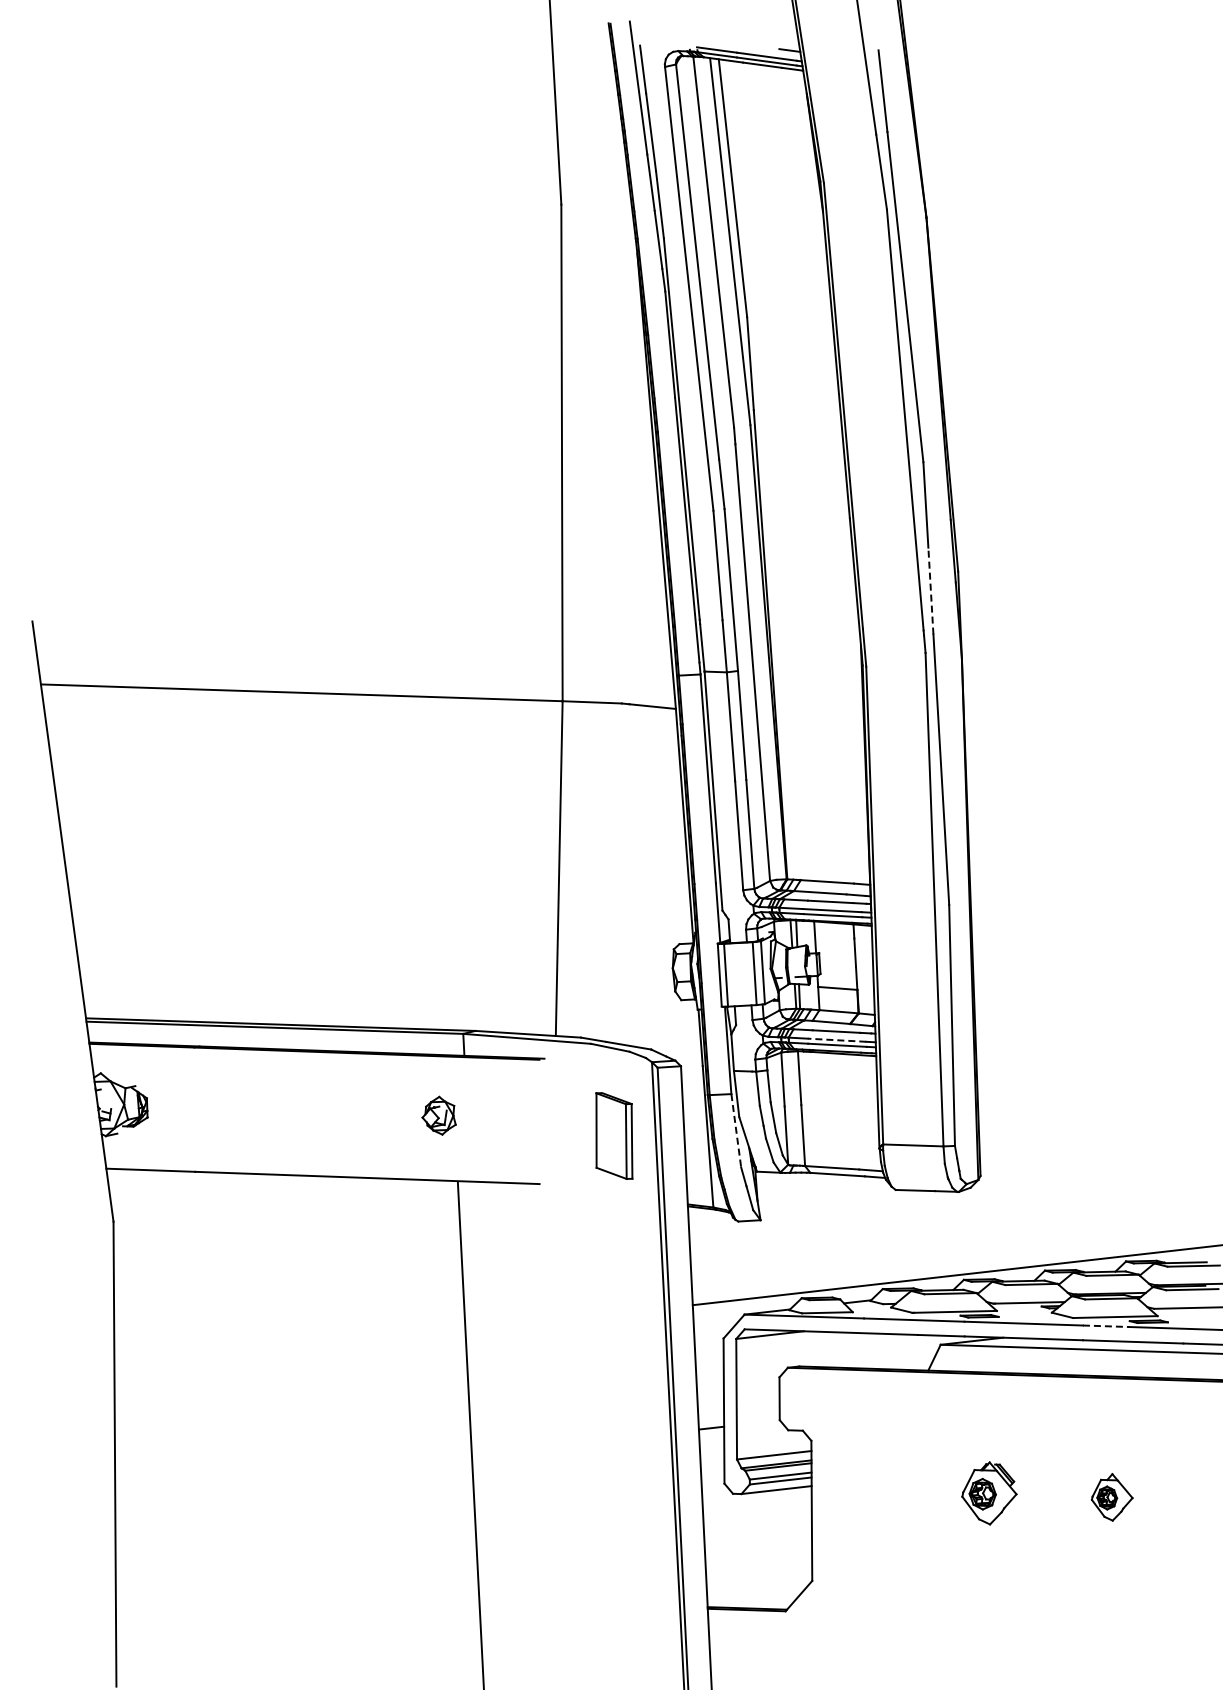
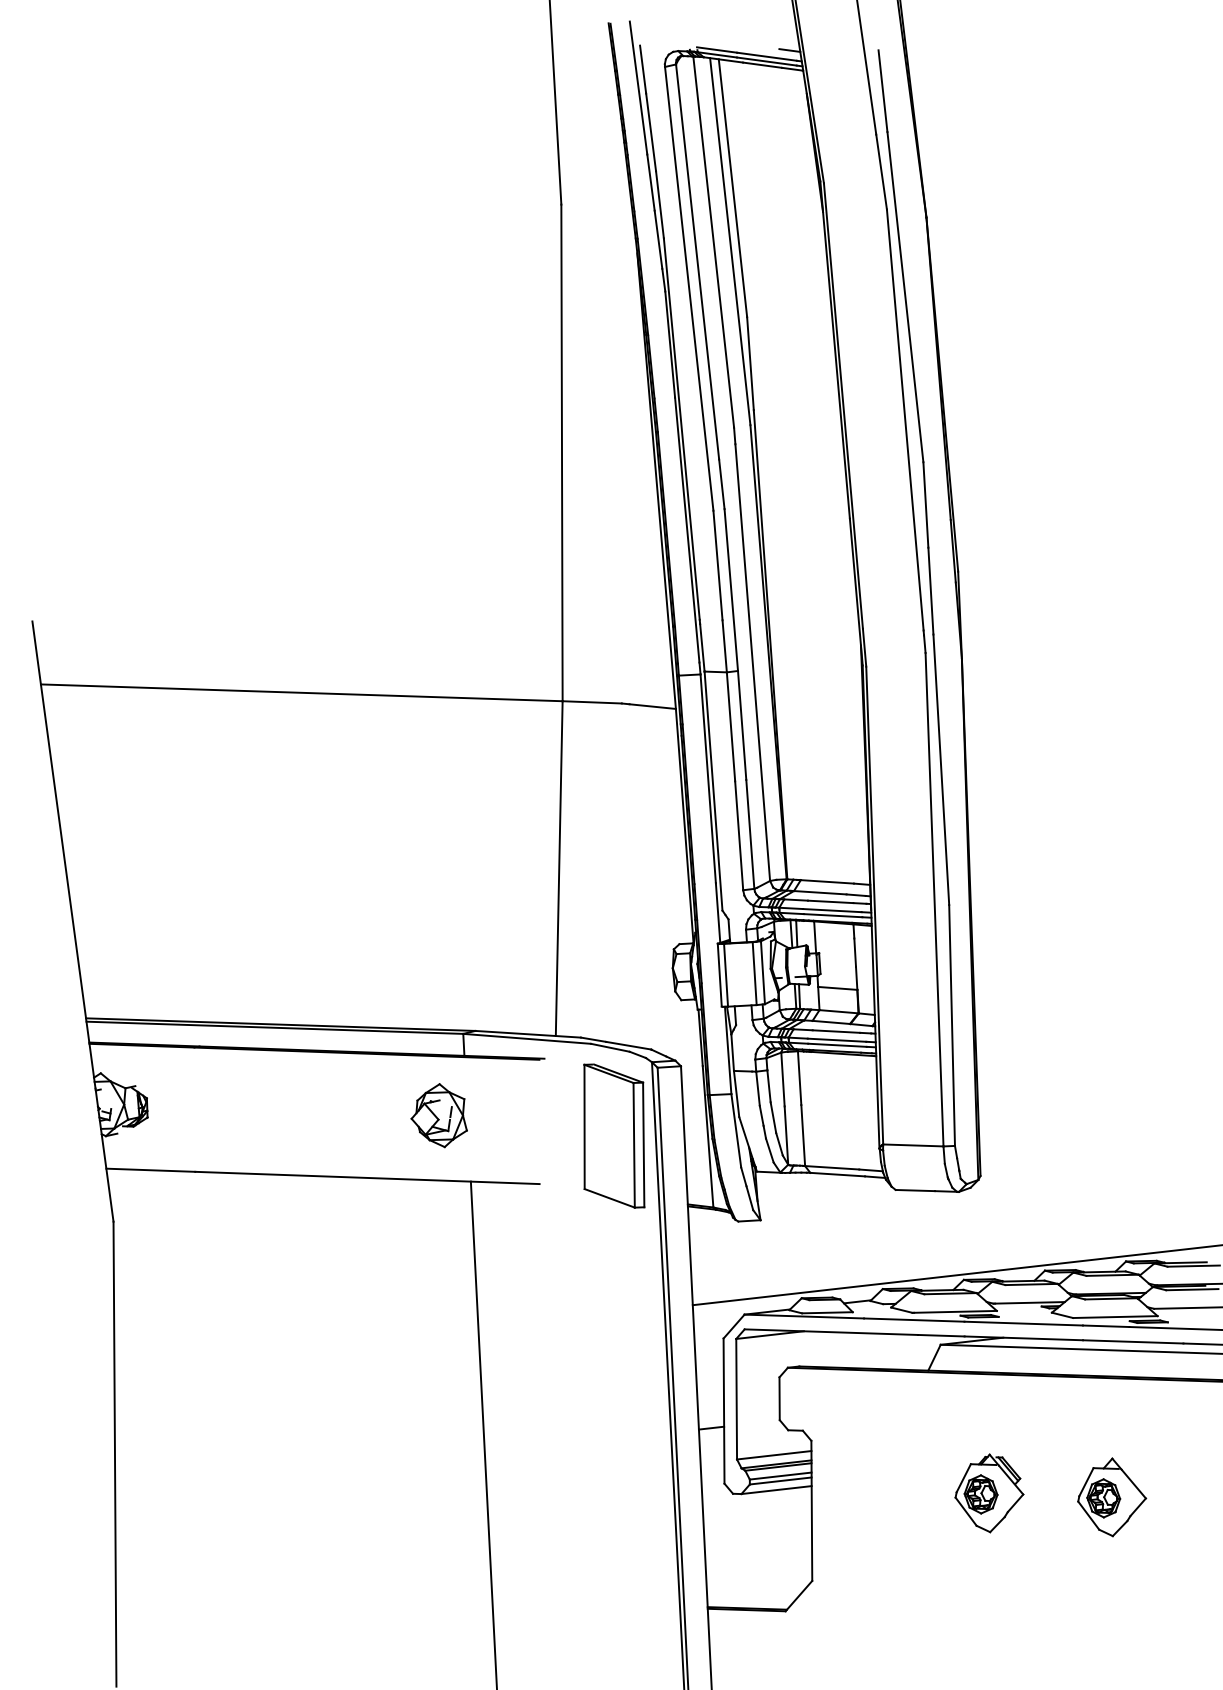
line at (930, 590): dashed -> solid
line at (836, 1040): dashed -> solid
part at (438, 1115) size: 36x41 px -> 58x66 px
line at (736, 1130): dashed -> solid
part at (614, 1135) size: 39x88 px -> 63x146 px
line at (1106, 1326): dashed -> solid
line at (470, 1434) position: (470, 1434) -> (483, 1433)
part at (989, 1493) size: 57x65 px -> 71x81 px
part at (1111, 1497) size: 44x49 px -> 71x81 px
